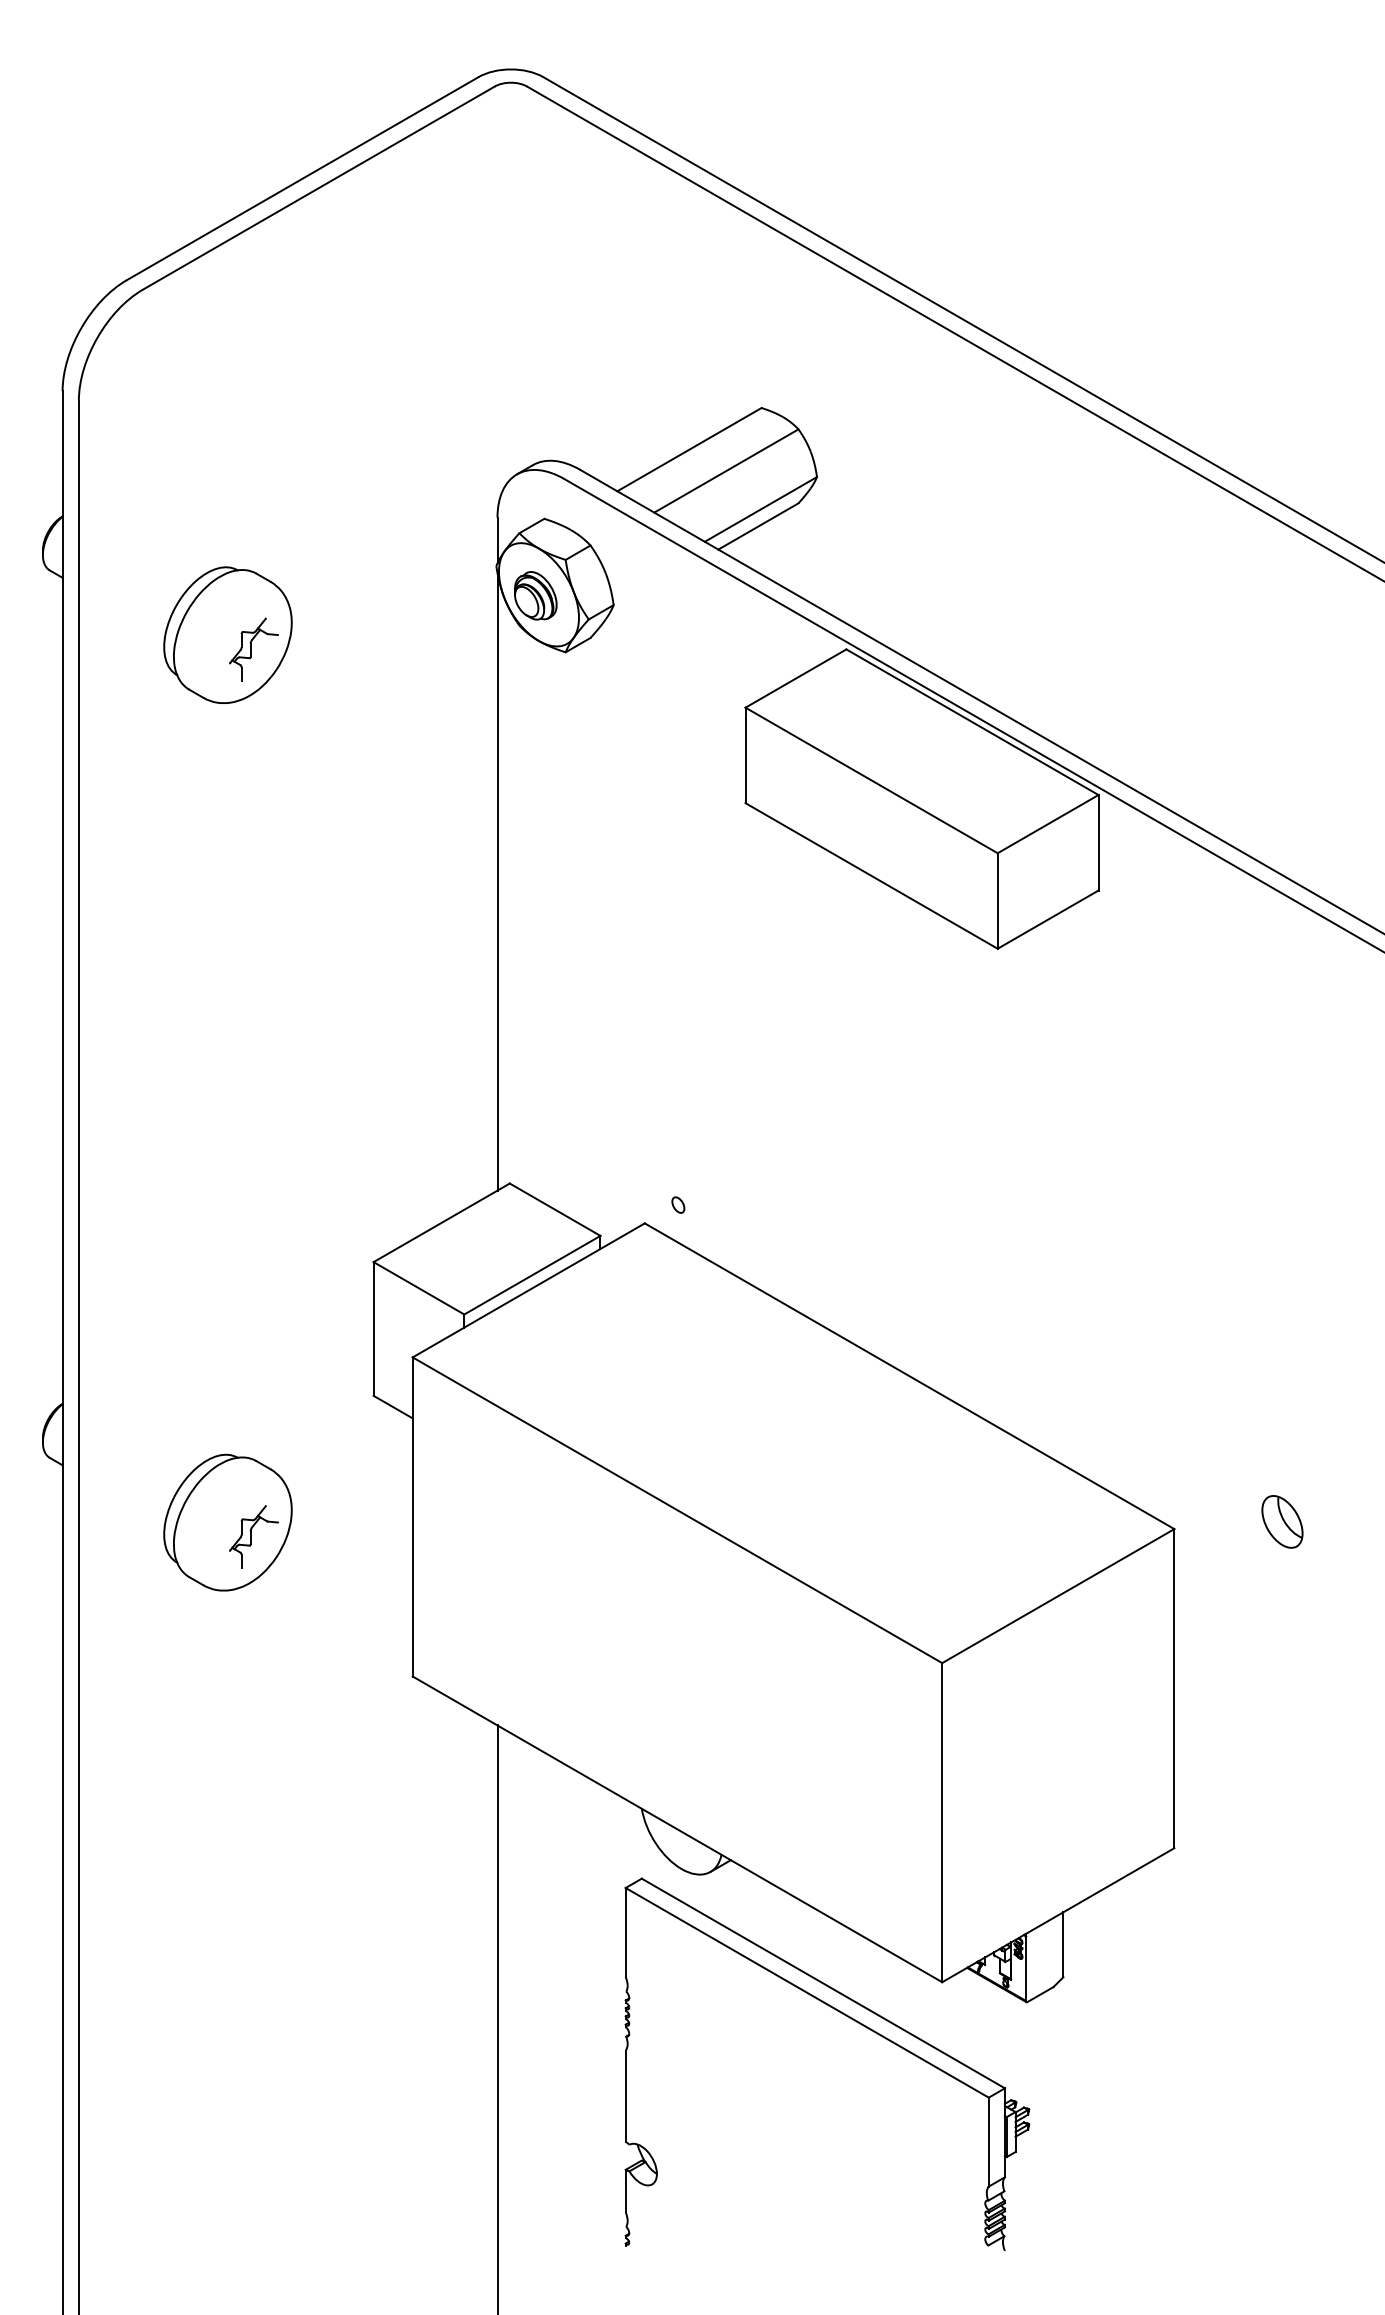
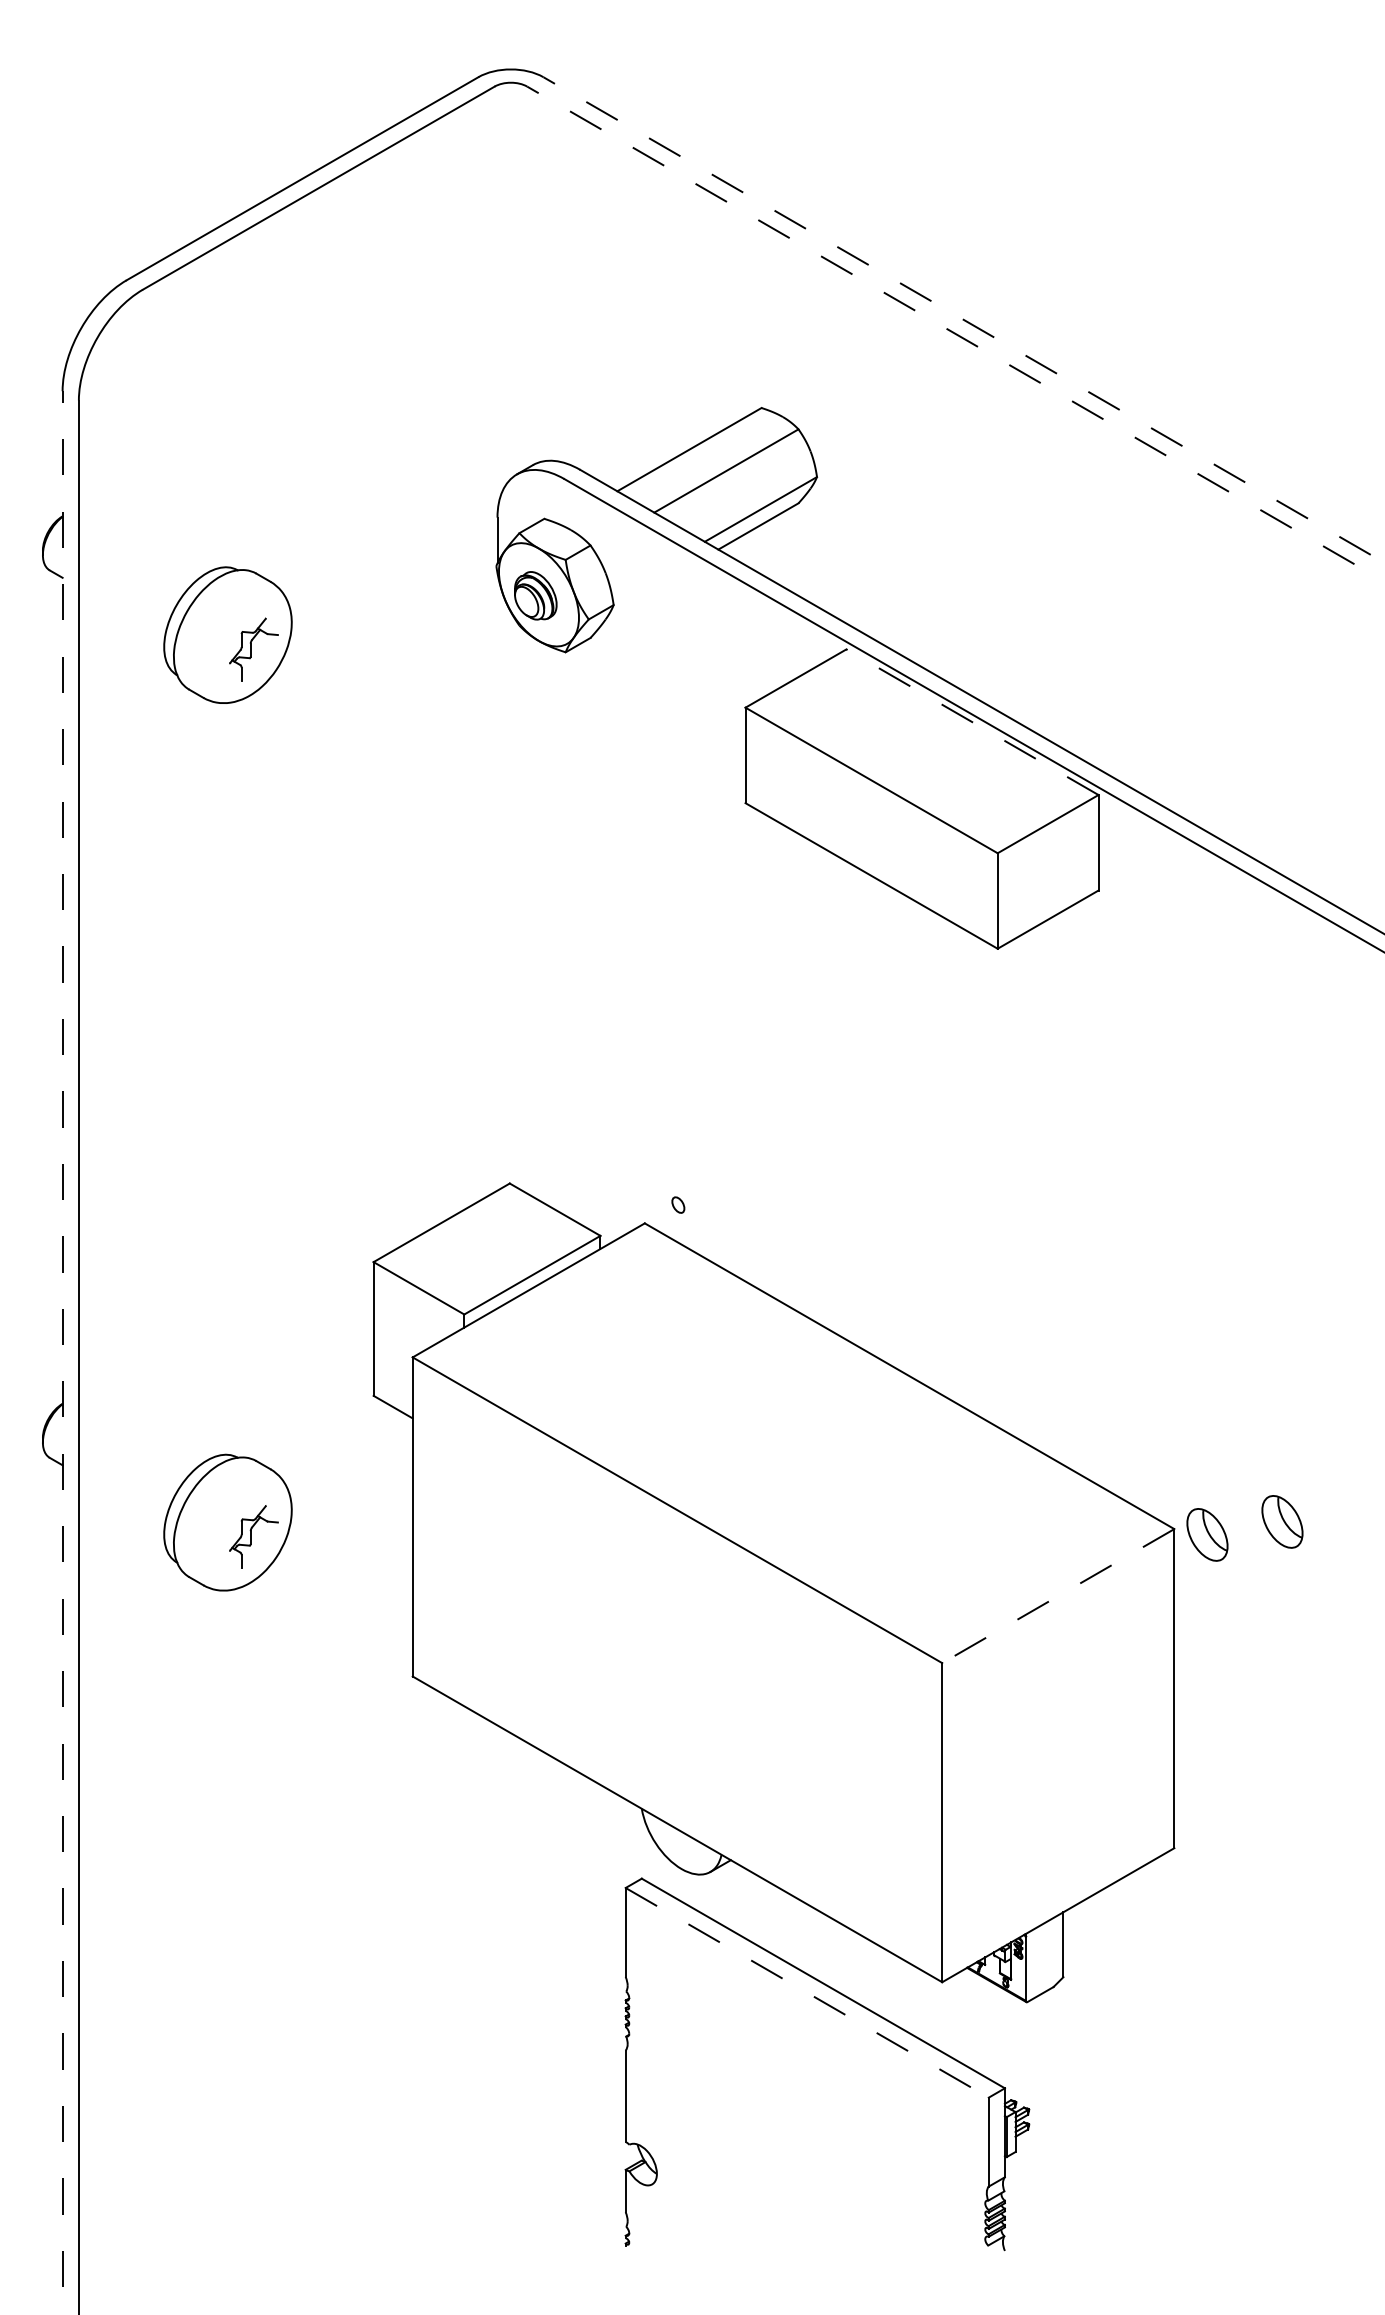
line at (963, 319): solid -> dashed
line at (955, 334): solid -> dashed
line at (972, 722): solid -> dashed
line at (497, 881): present -> none
line at (62, 1352): solid -> dashed
part at (1207, 1534): none -> present
line at (1057, 1596): solid -> dashed
line at (807, 1992): solid -> dashed
line at (497, 2018): present -> none
